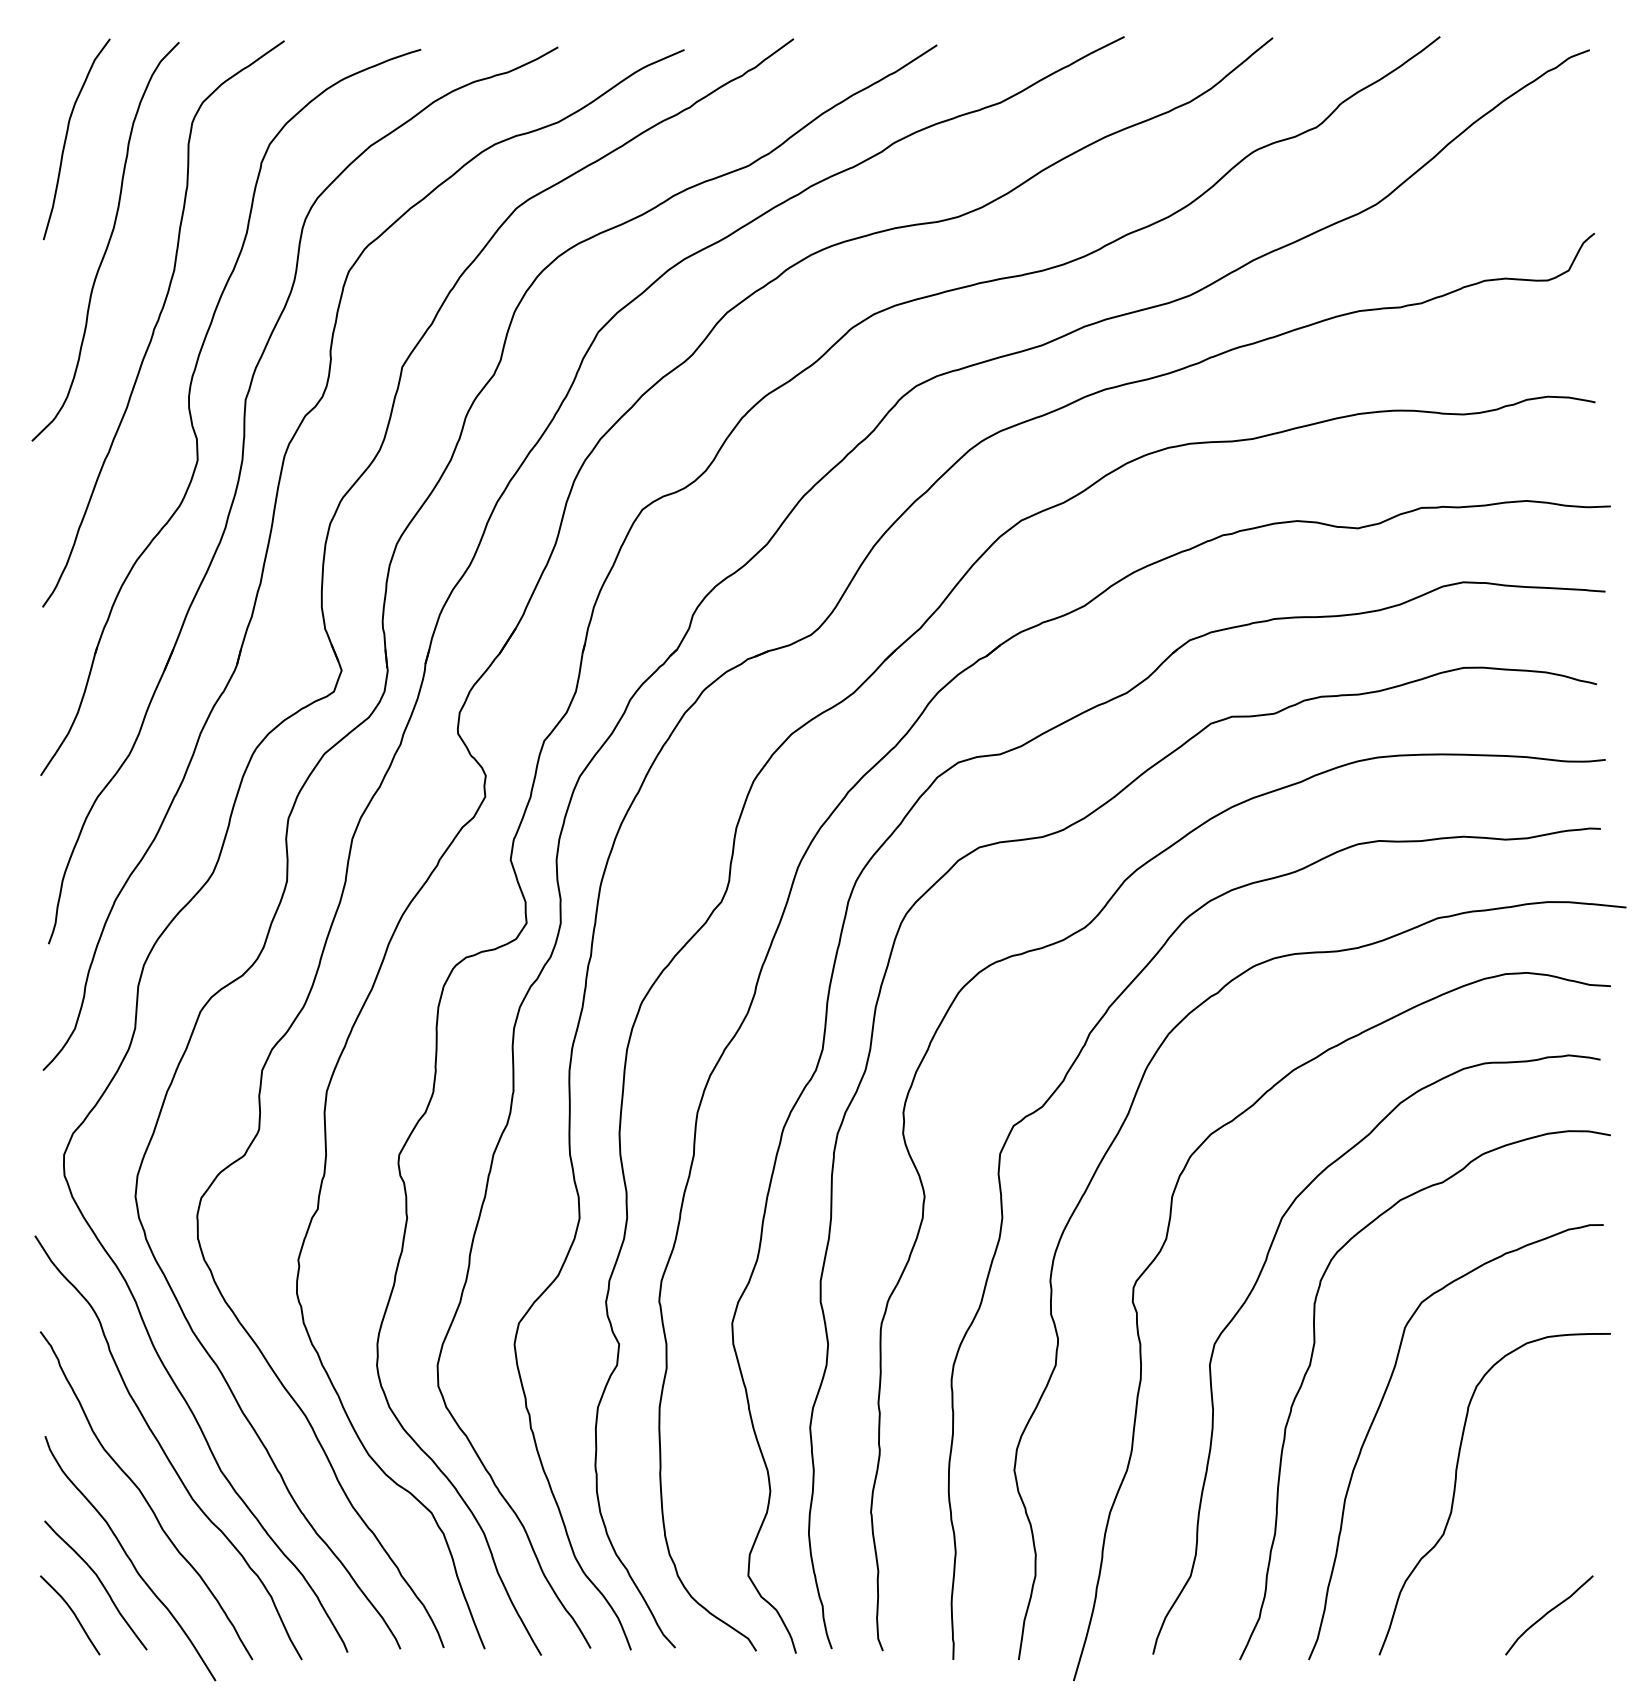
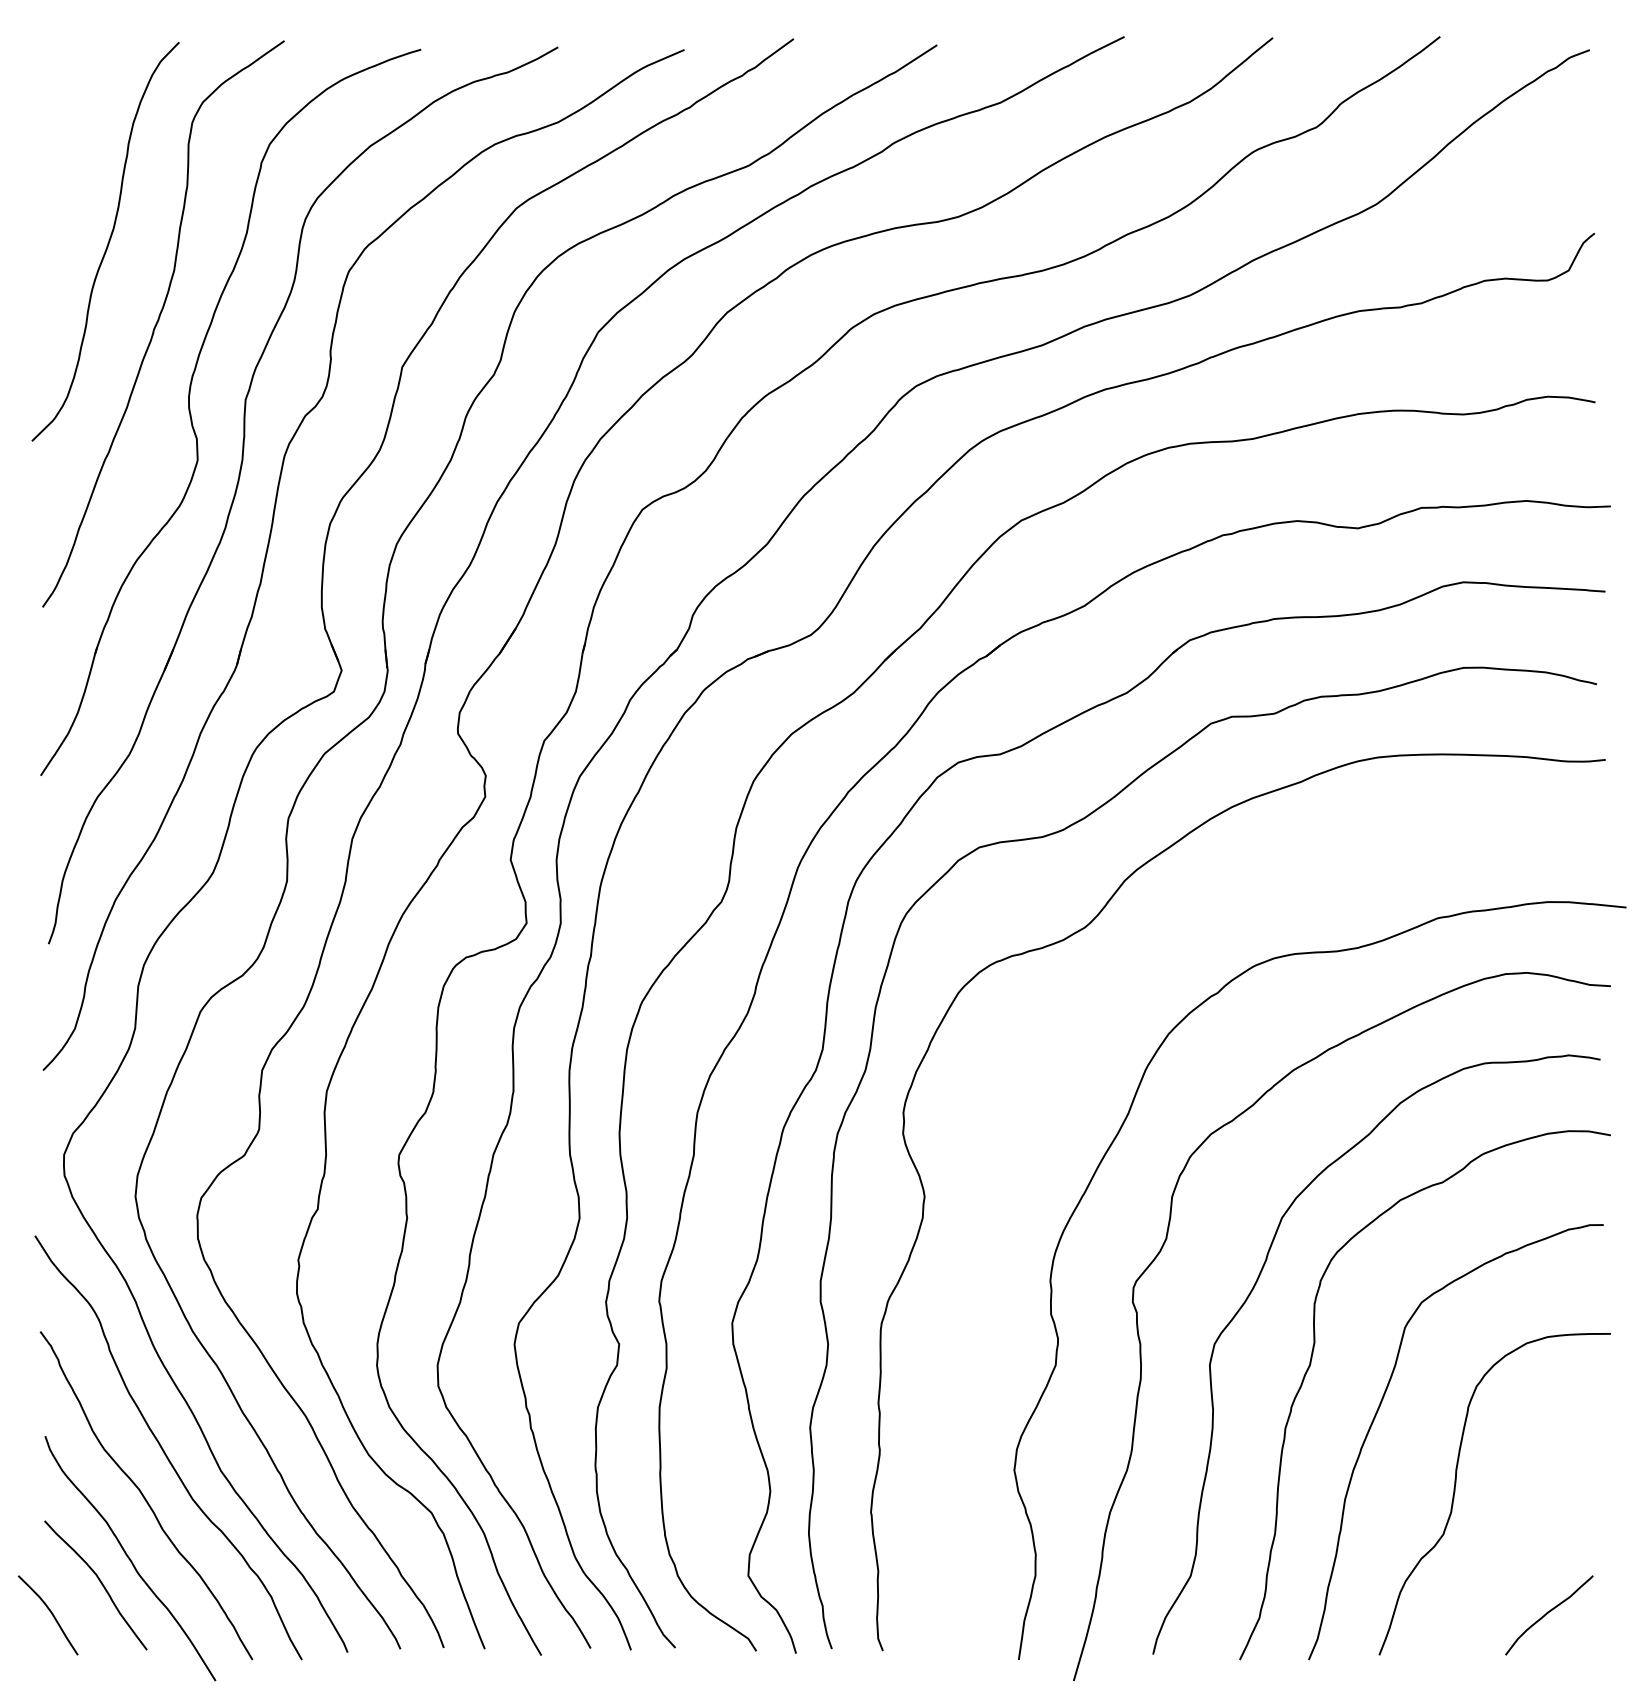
curve at (67, 136): present -> none
curve at (1064, 1081): present -> none
curve at (73, 1614) position: (73, 1614) -> (51, 1614)
